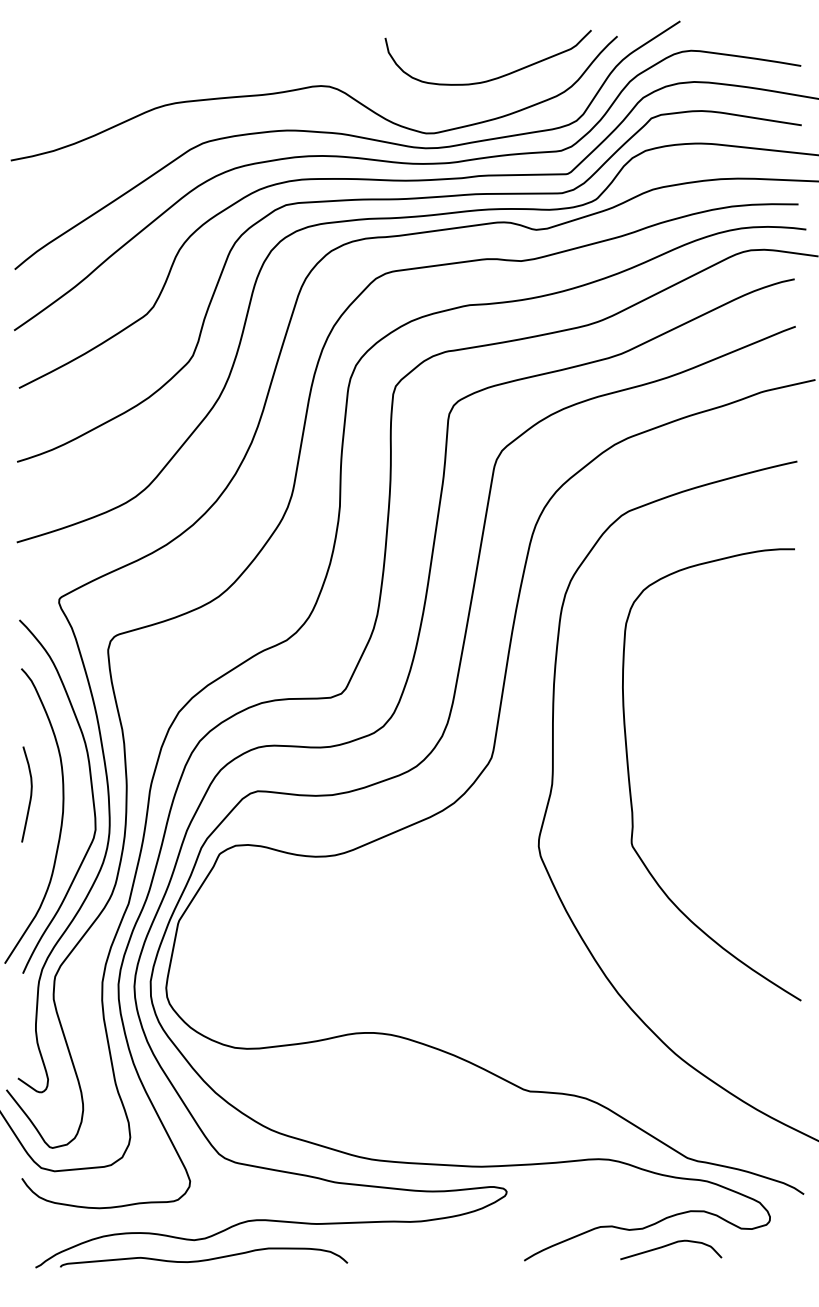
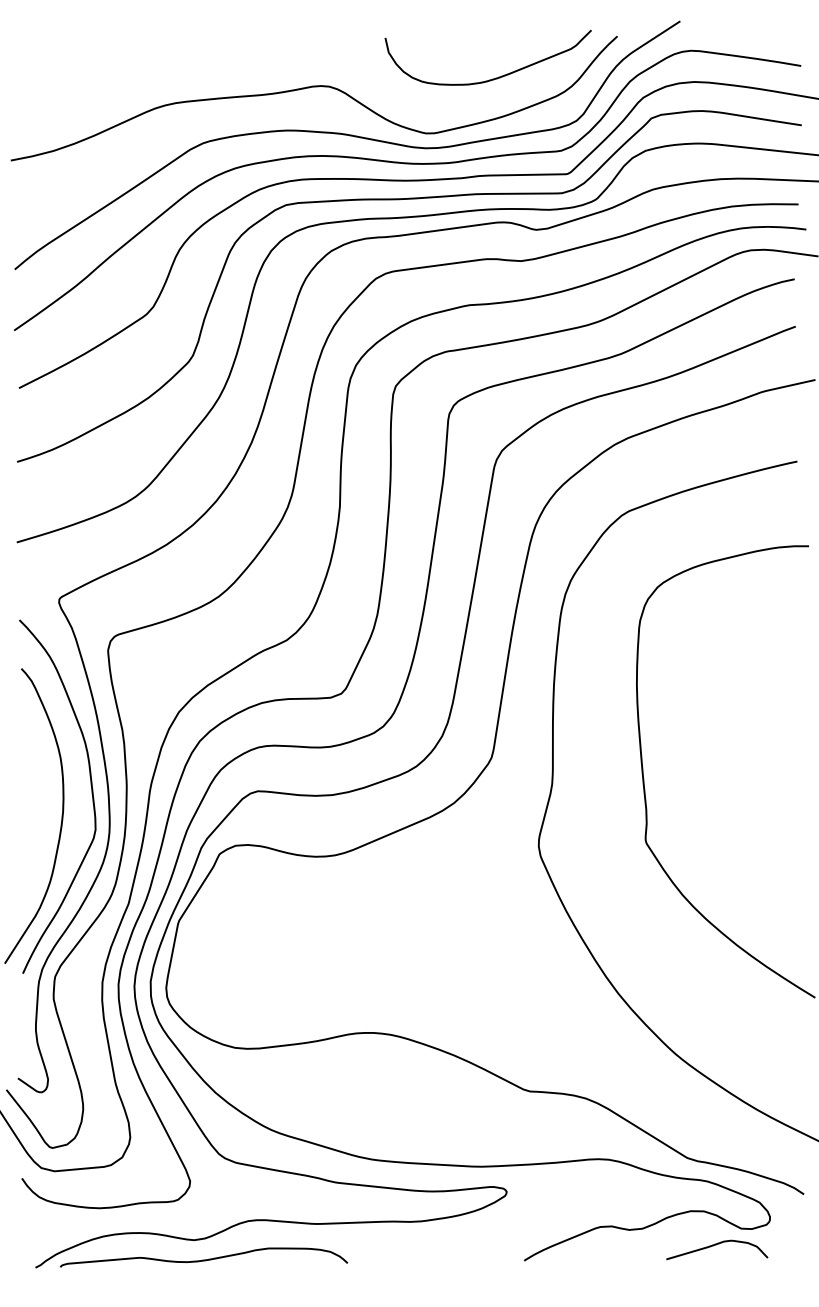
curve at (630, 781) position: (630, 781) -> (644, 778)
curve at (30, 794): present -> none
curve at (670, 1245) position: (670, 1245) -> (716, 1245)
